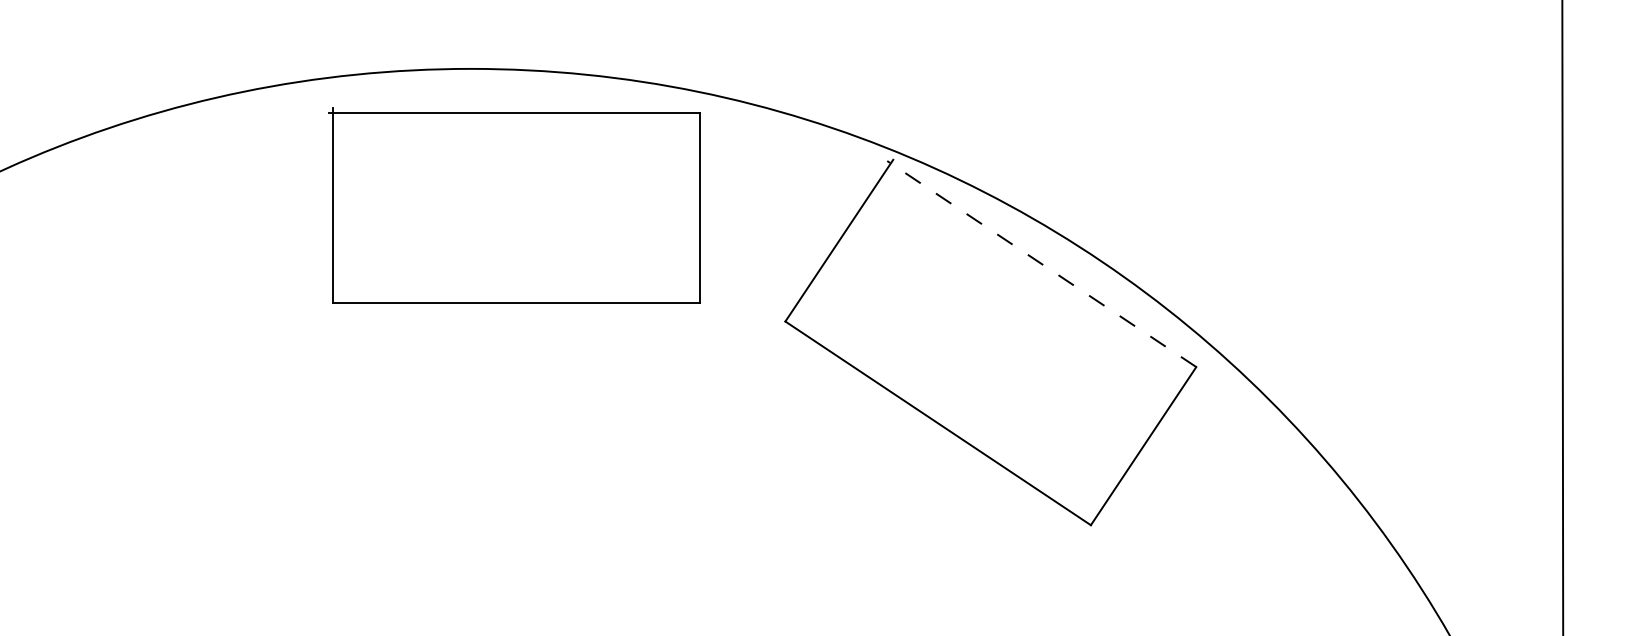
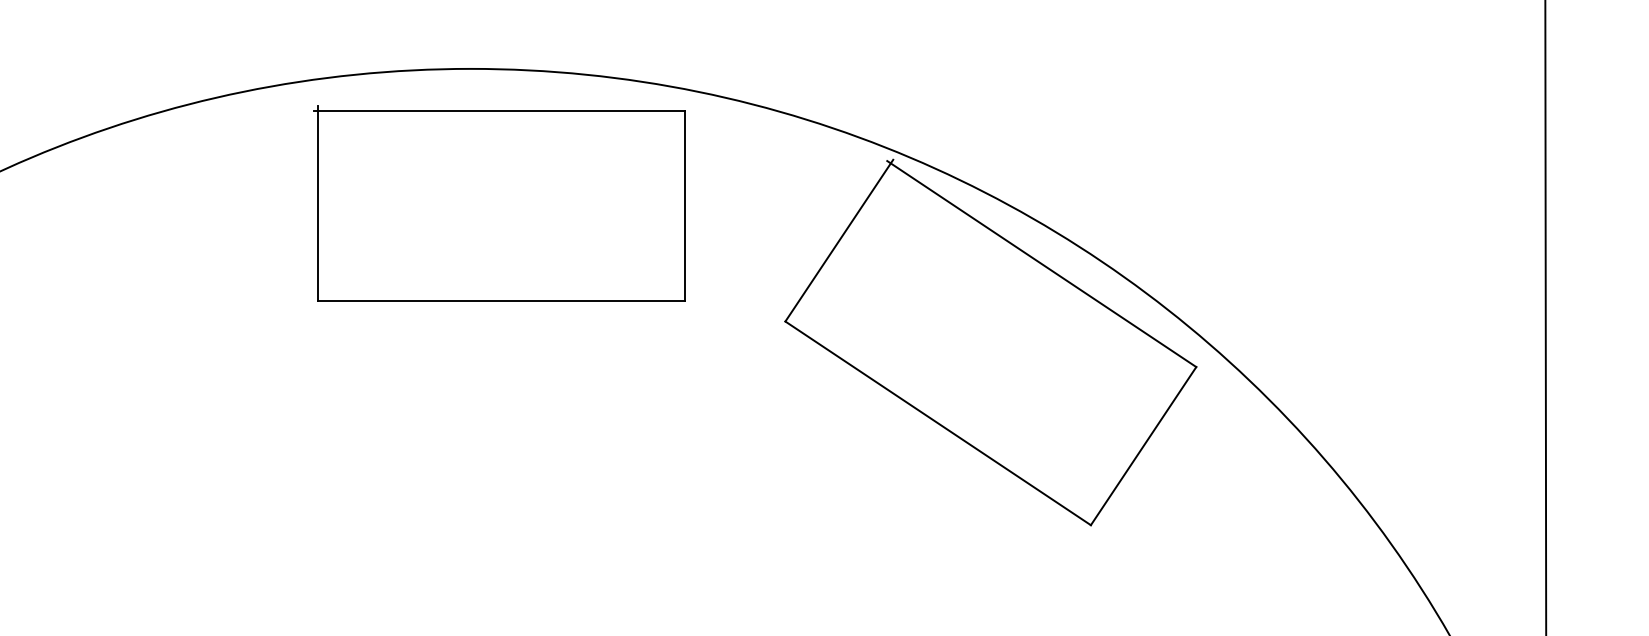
part at (514, 205) position: (514, 205) -> (499, 203)
line at (1041, 264): dashed -> solid
line at (1562, 317) position: (1562, 317) -> (1545, 317)
